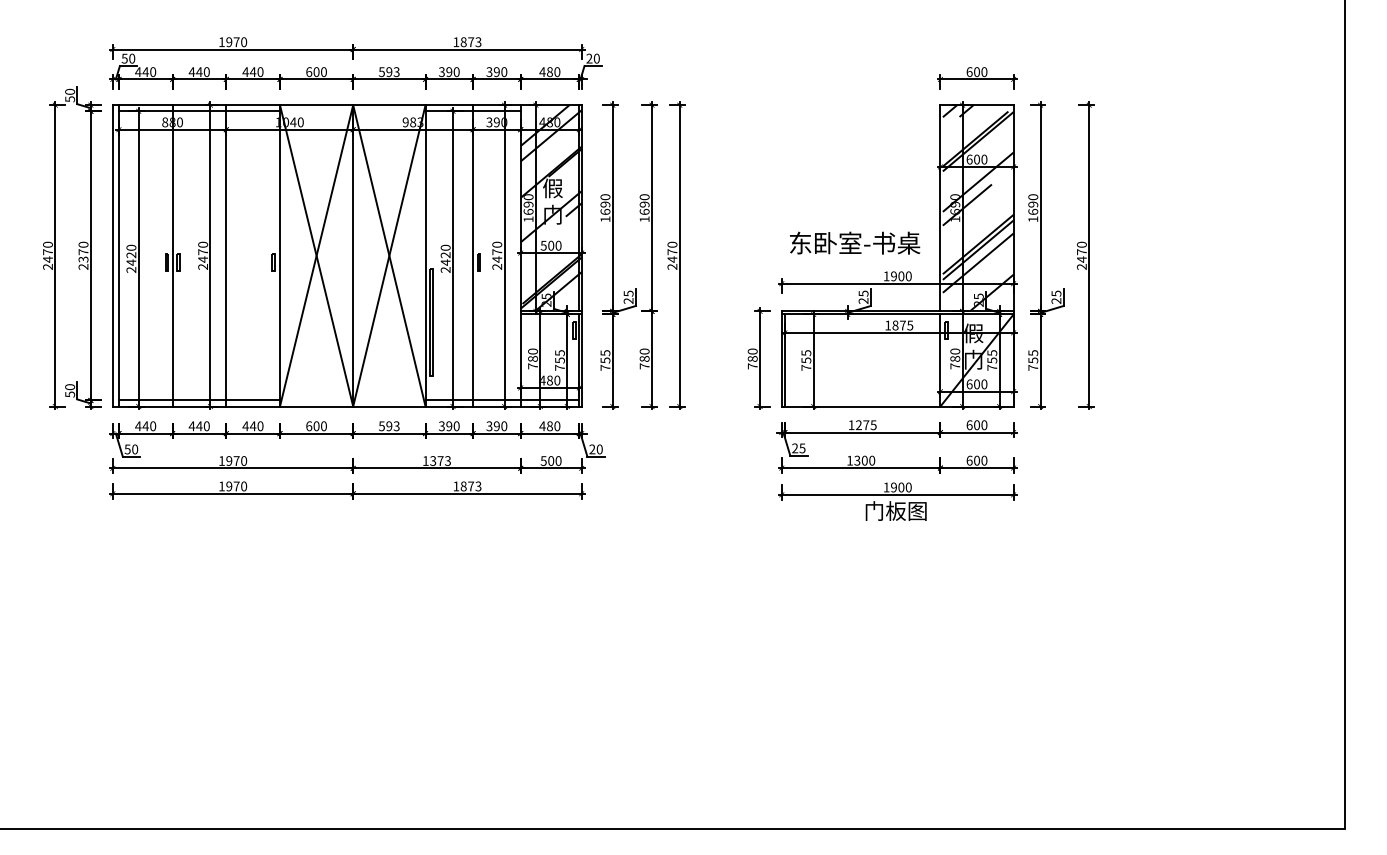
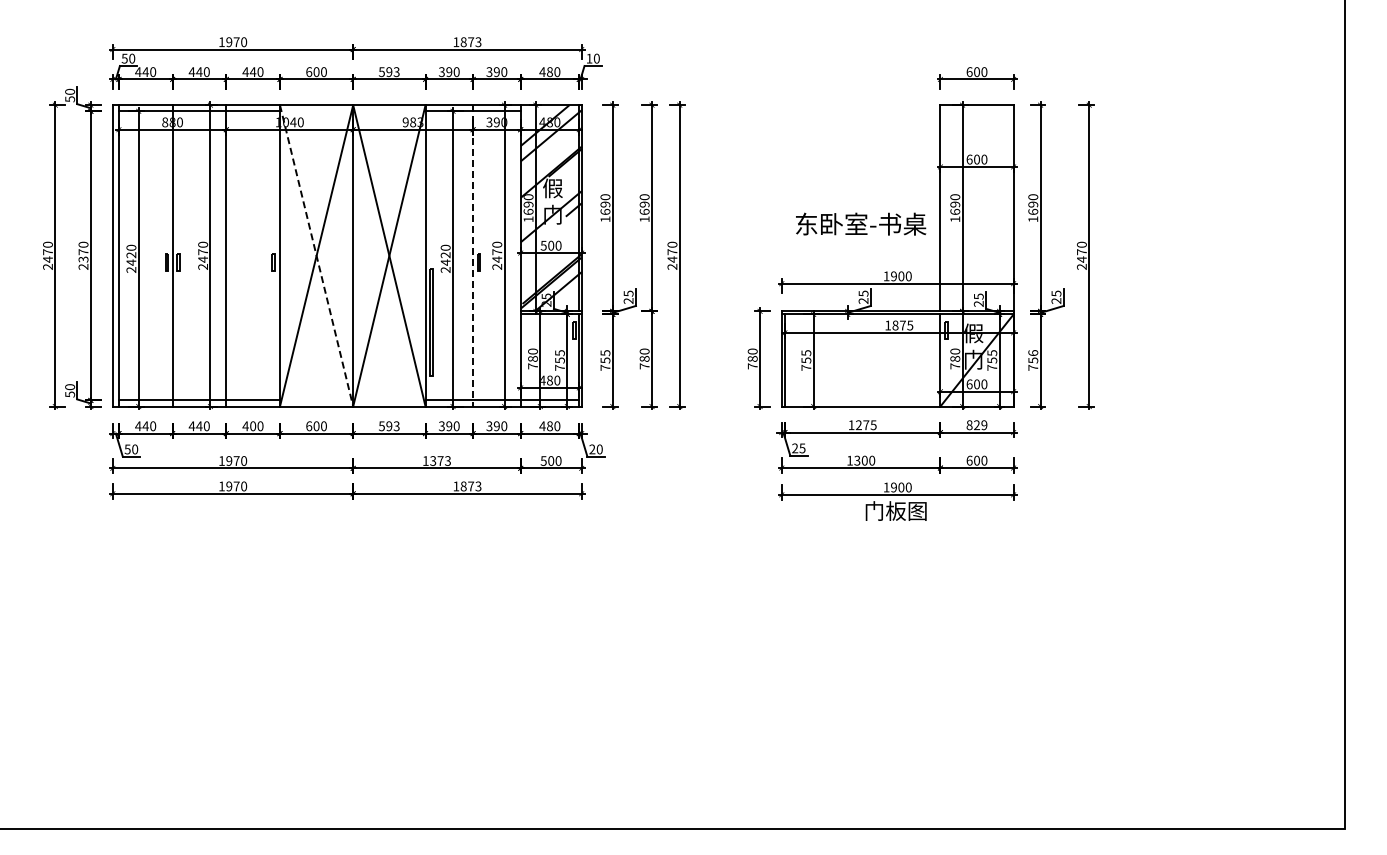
text at (589, 58): 20 -> 10
hatch at (977, 208): present -> none
text at (855, 242) position: (855, 242) -> (861, 223)
line at (473, 255): solid -> dashed
line at (316, 256): solid -> dashed
text at (1033, 353): 755 -> 756
text at (976, 425): 600 -> 829
text at (252, 426): 440 -> 400
